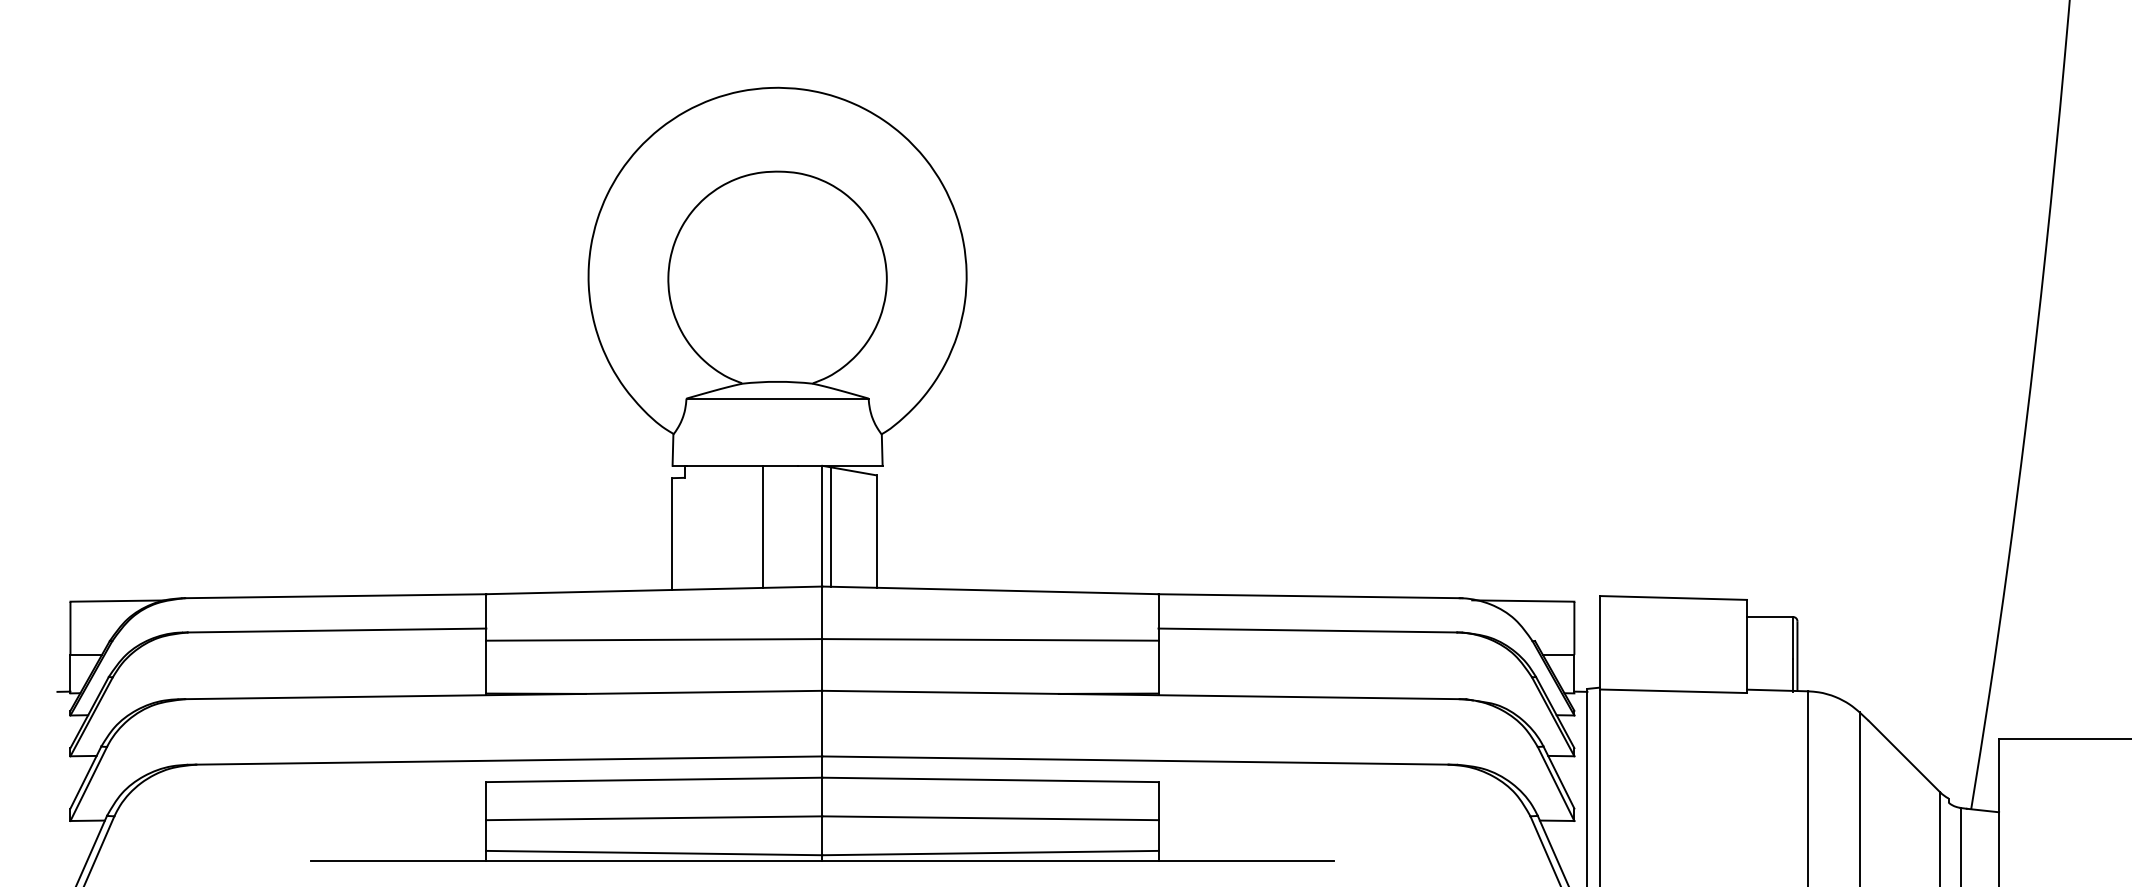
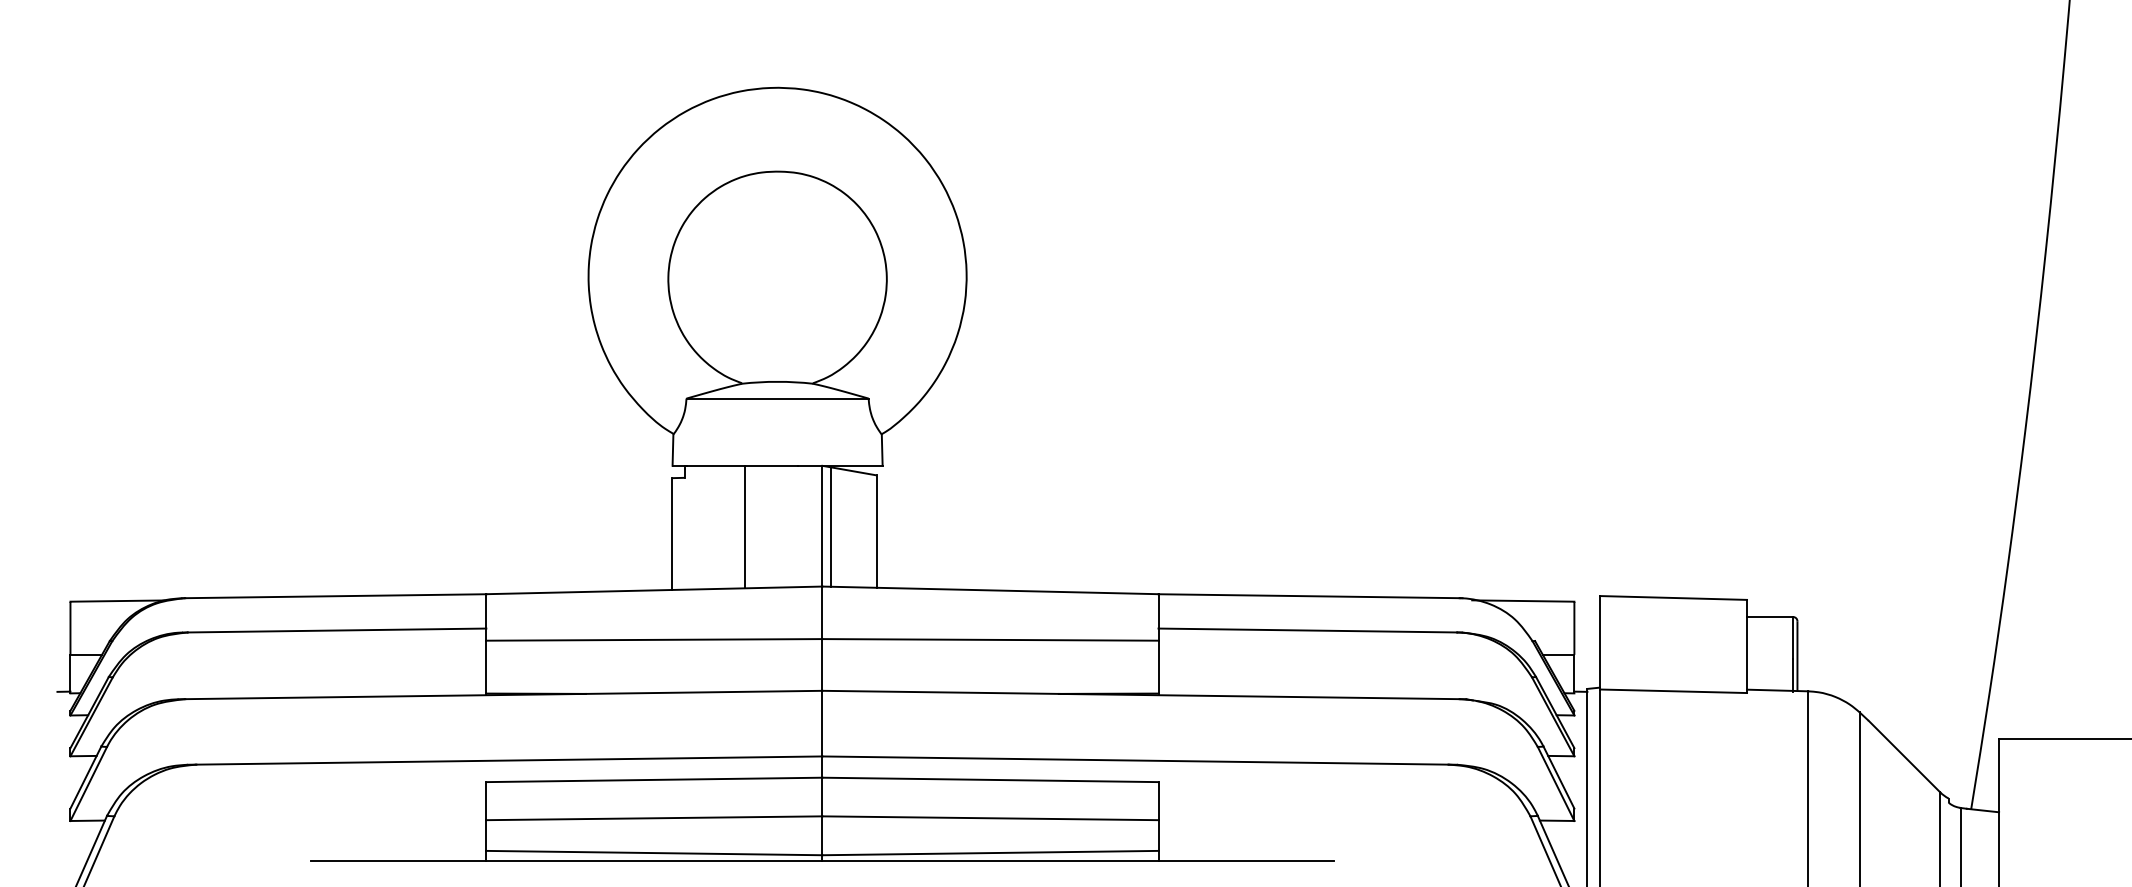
line at (763, 526) position: (763, 526) -> (745, 526)
